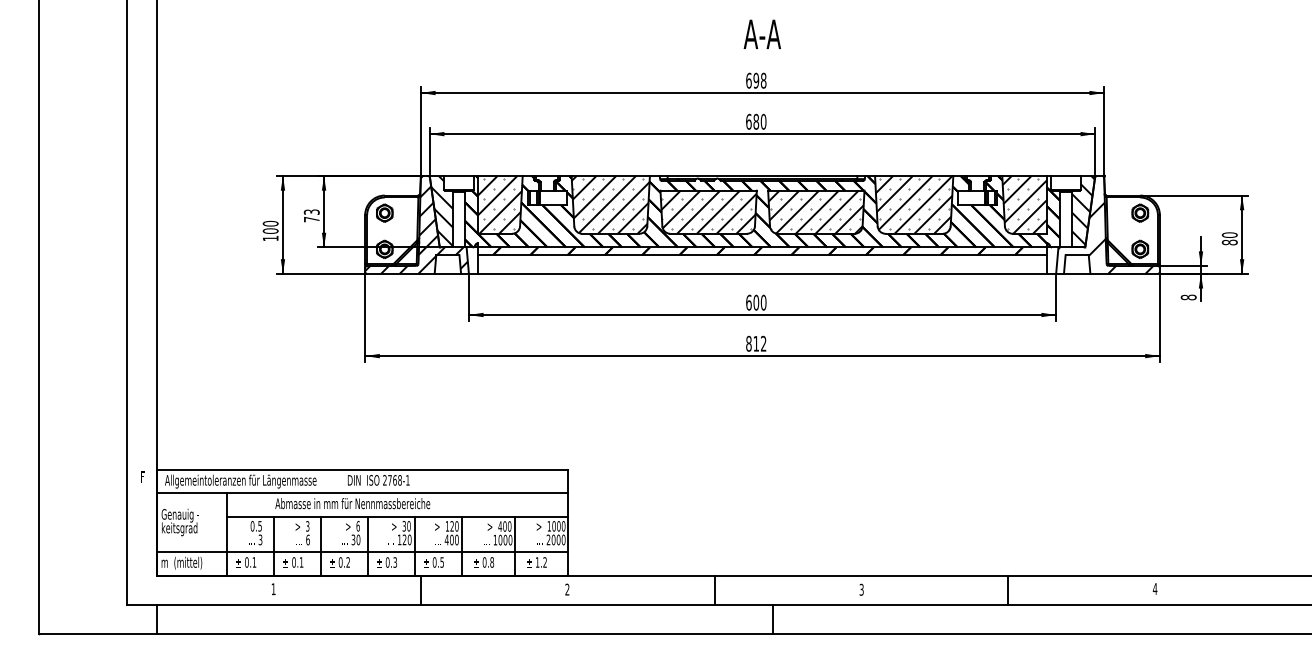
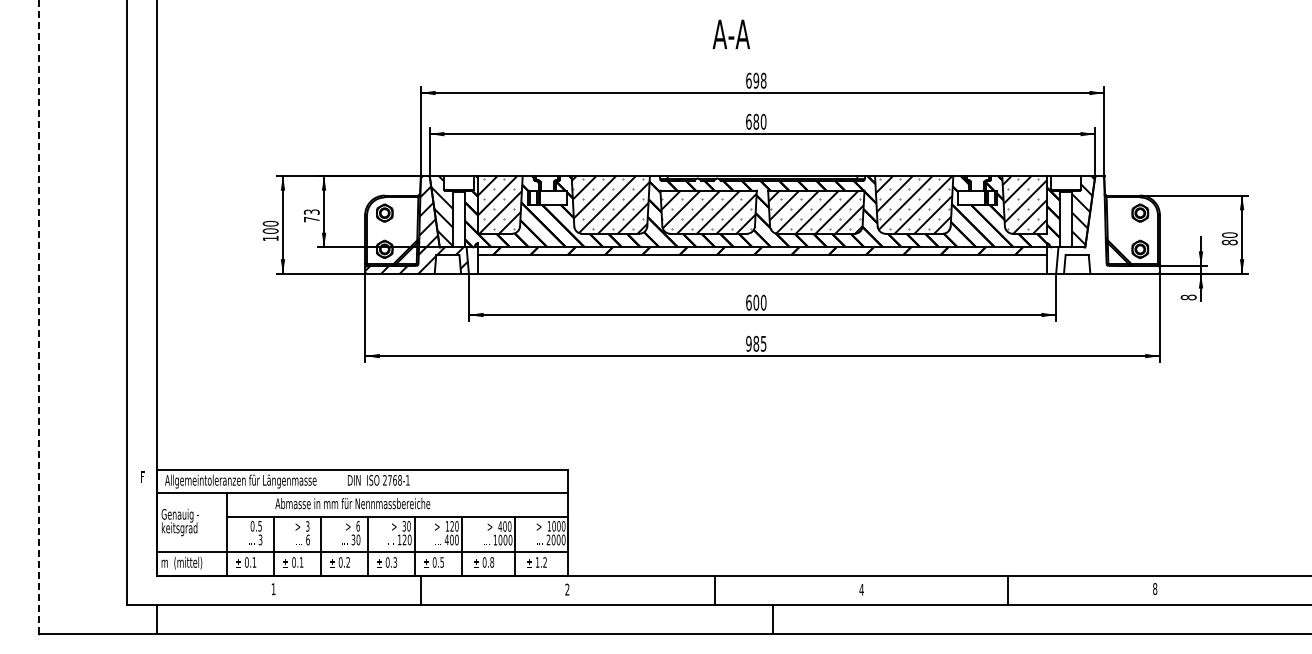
text at (761, 33) position: (761, 33) -> (730, 33)
hatch at (1105, 237): present -> none
line at (39, 317): solid -> dashed
text at (756, 343): 812 -> 985
text at (1154, 588): 4 -> 8
text at (861, 589): 3 -> 4
